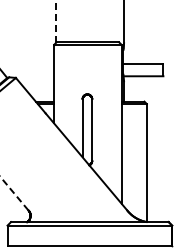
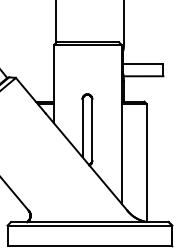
line at (55, 21): dashed -> solid
line at (14, 193): dashed -> solid
